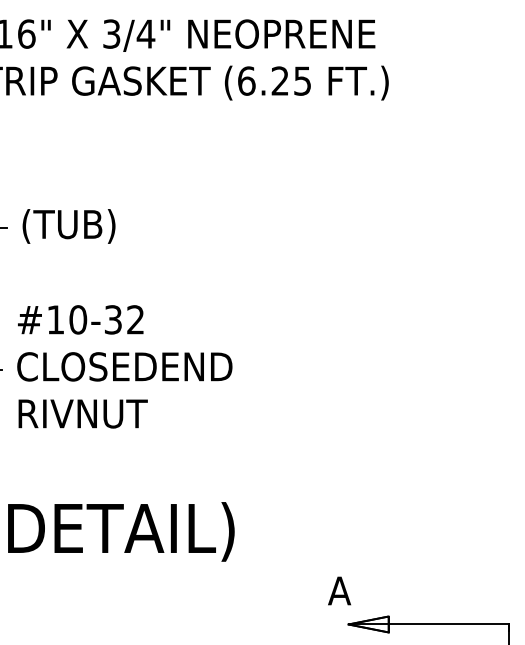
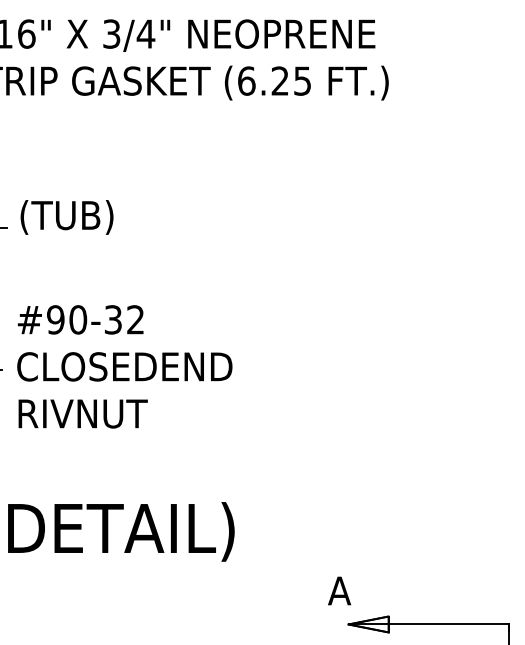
text at (68, 226) position: (68, 226) -> (66, 217)
text at (55, 319): #10-32 -> #90-32
